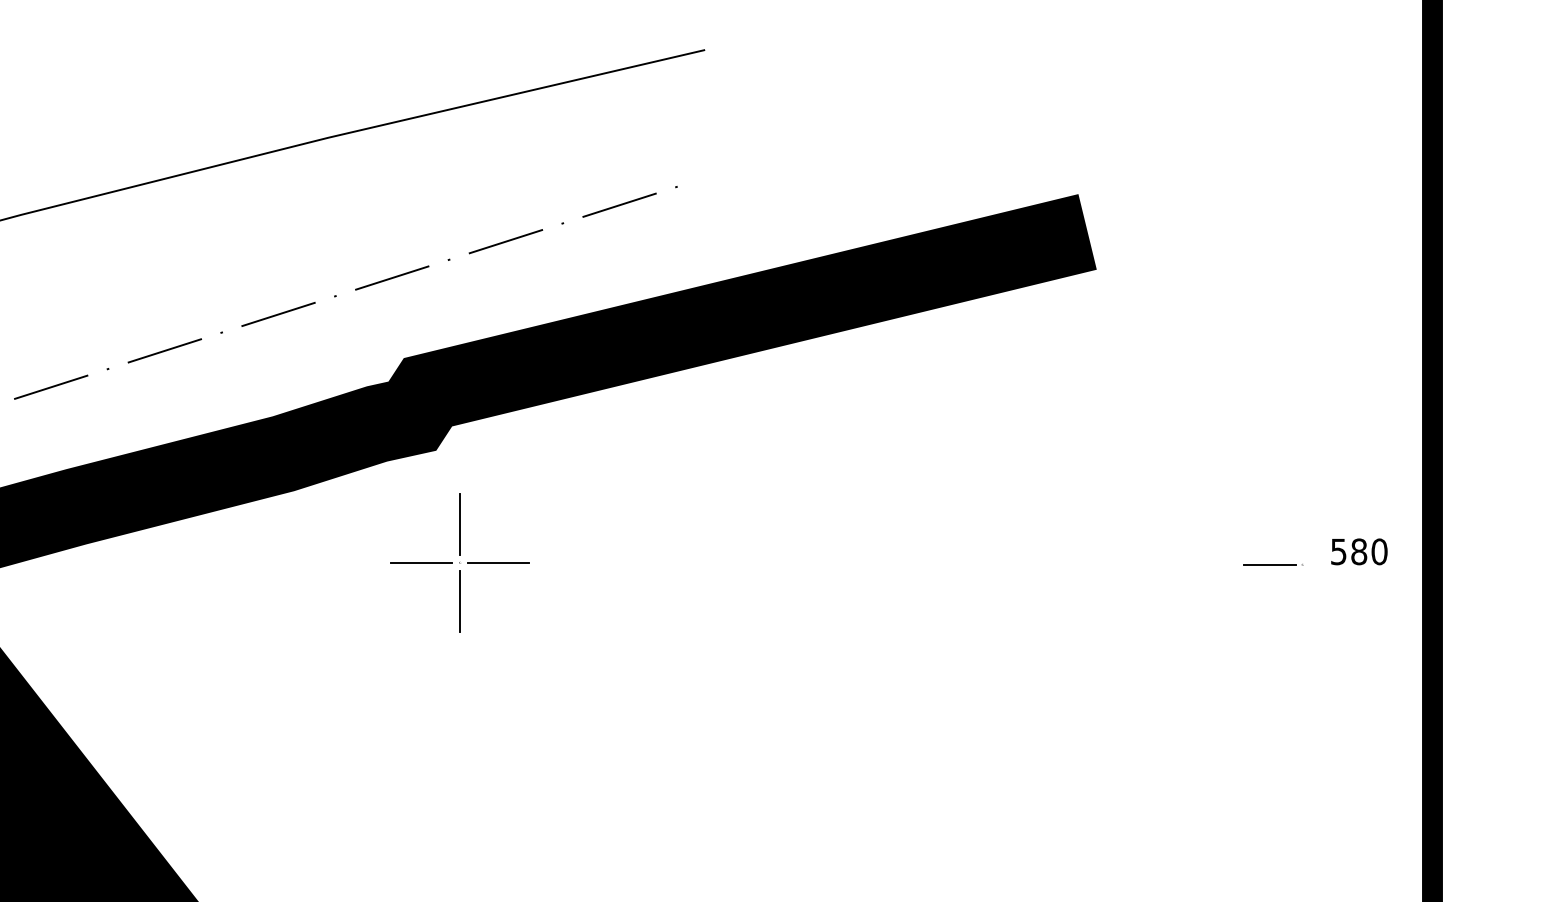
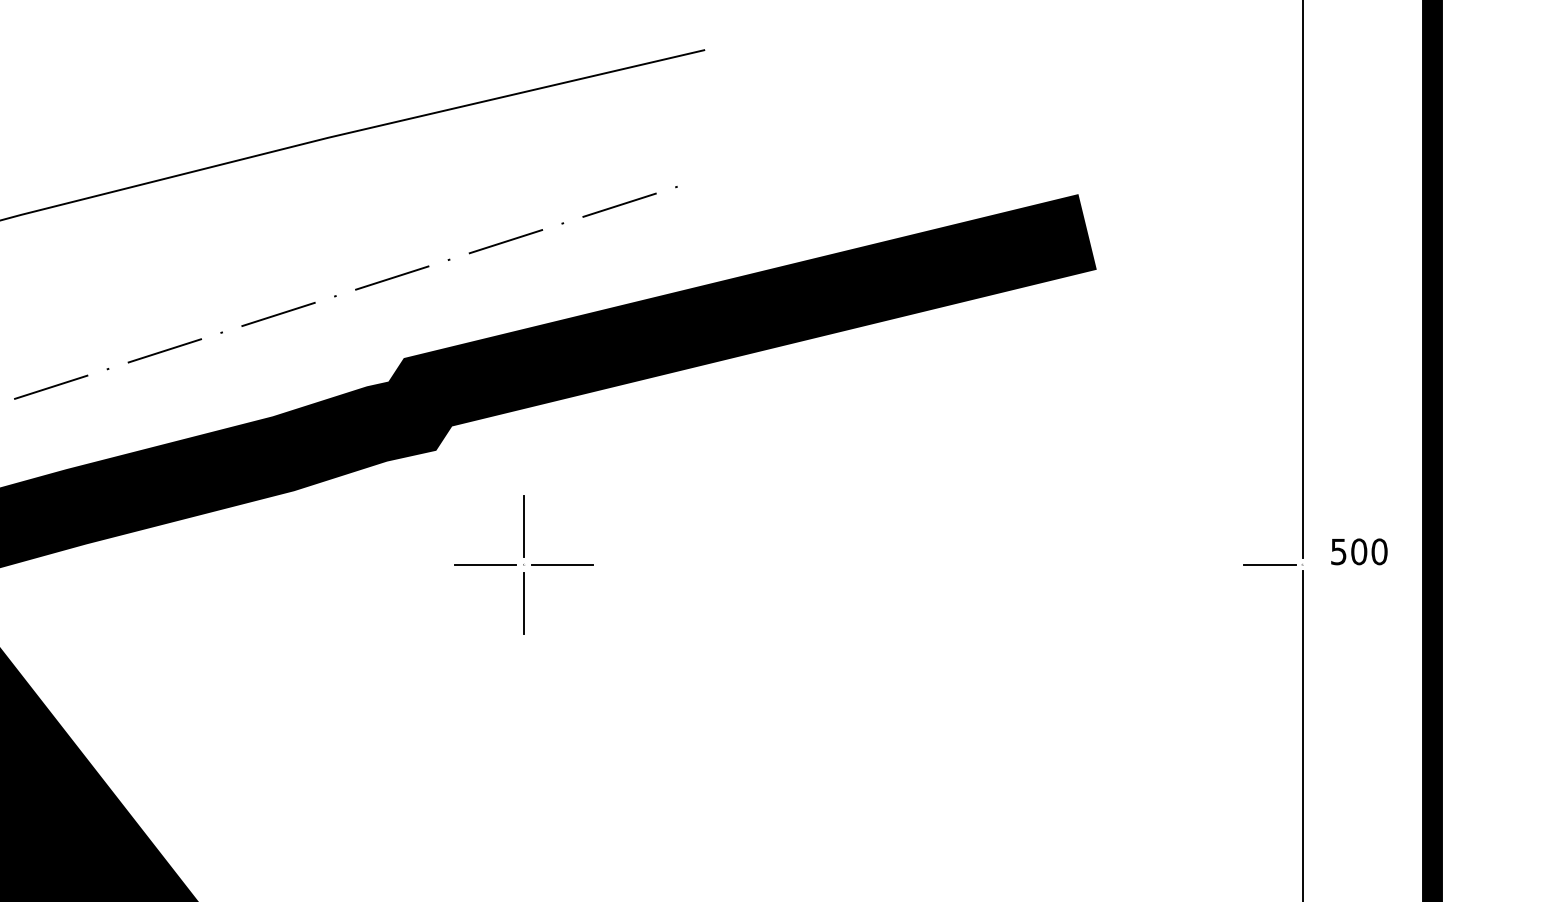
line at (1302, 280): none -> present
text at (1359, 551): 580 -> 500
part at (459, 562) position: (459, 562) -> (523, 564)
line at (1302, 734): none -> present
